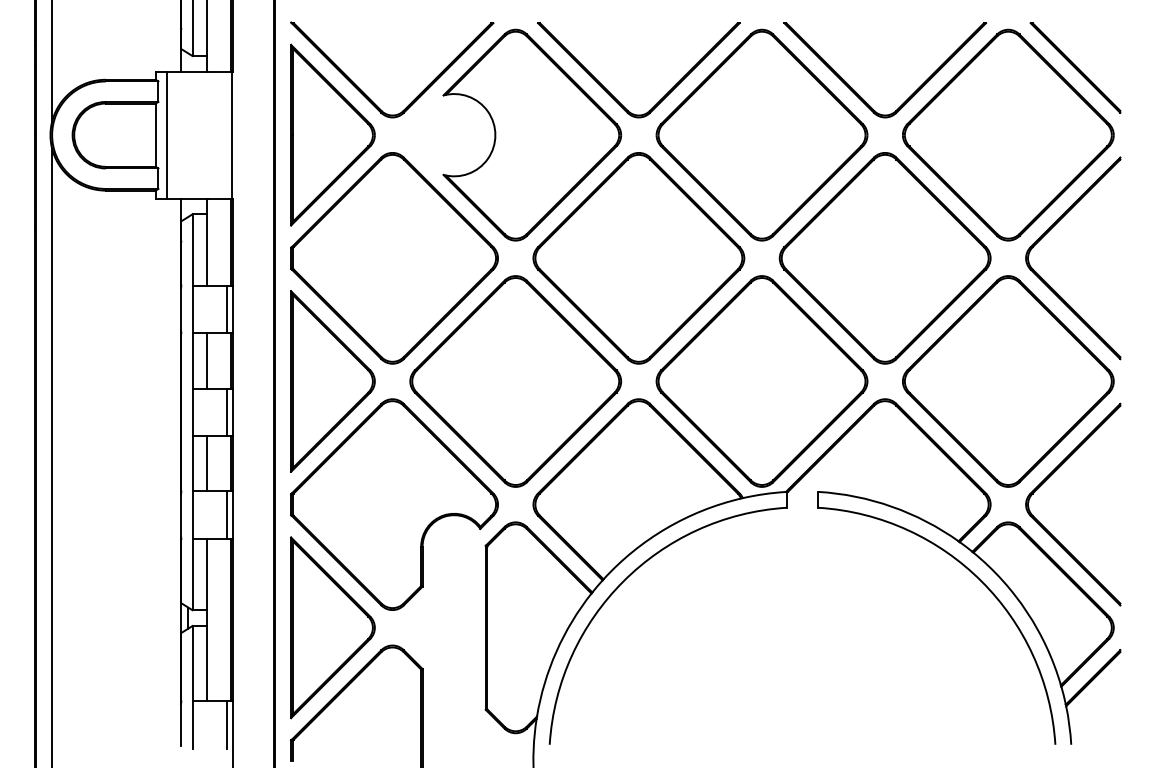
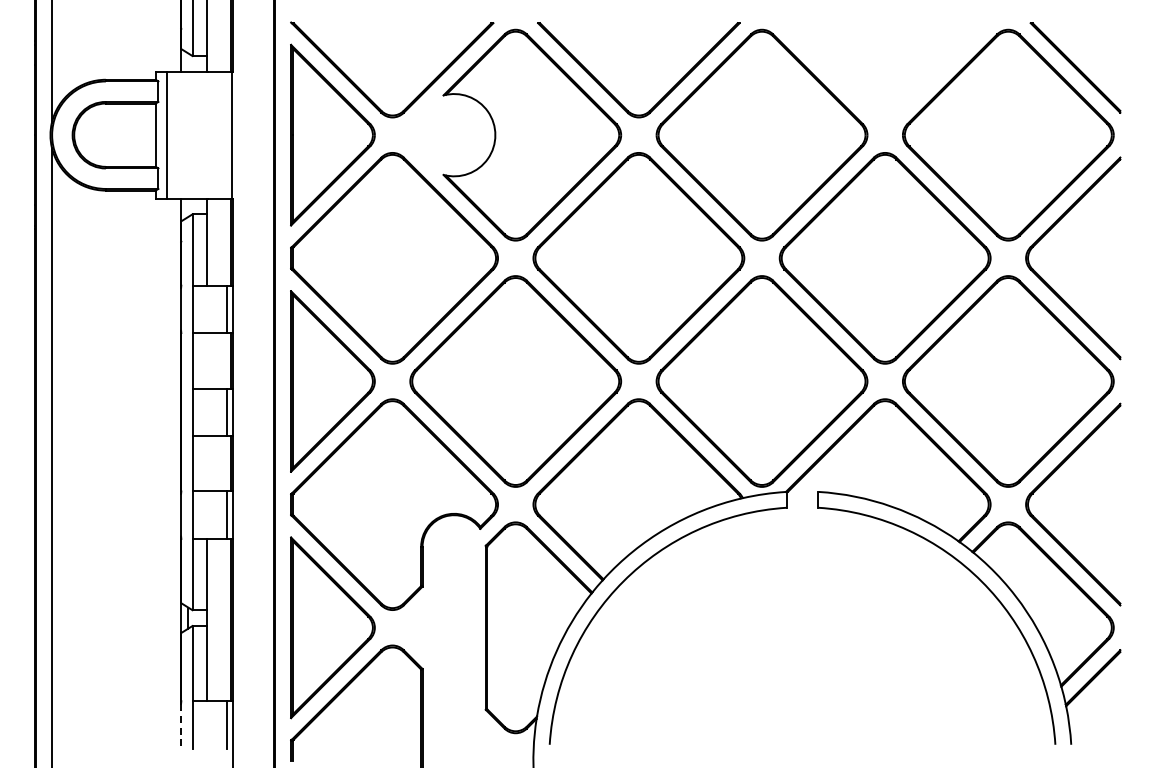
part at (860, 95): present -> none
line at (206, 360): present -> none
line at (206, 463): present -> none
line at (181, 724): solid -> dashed
